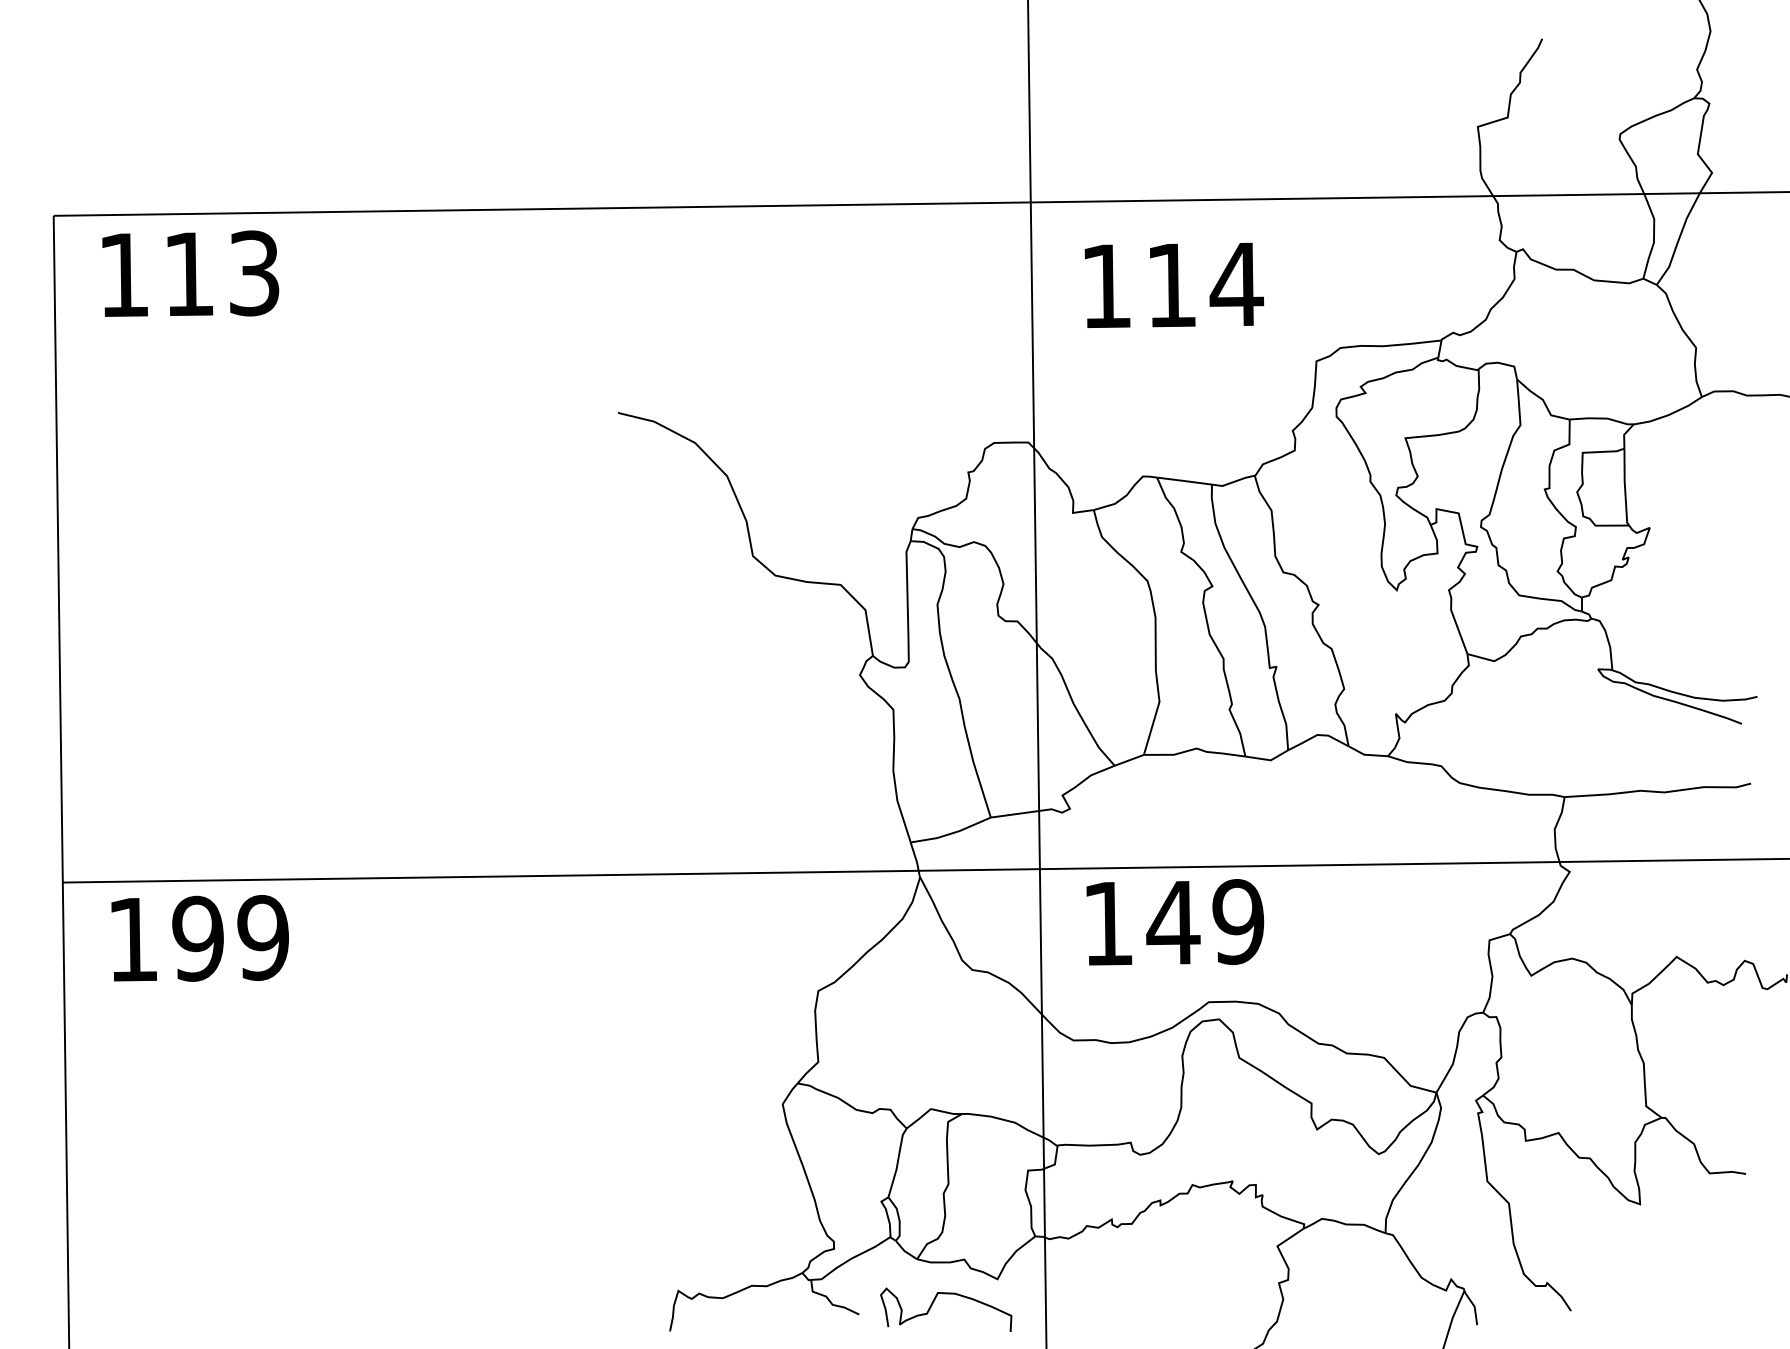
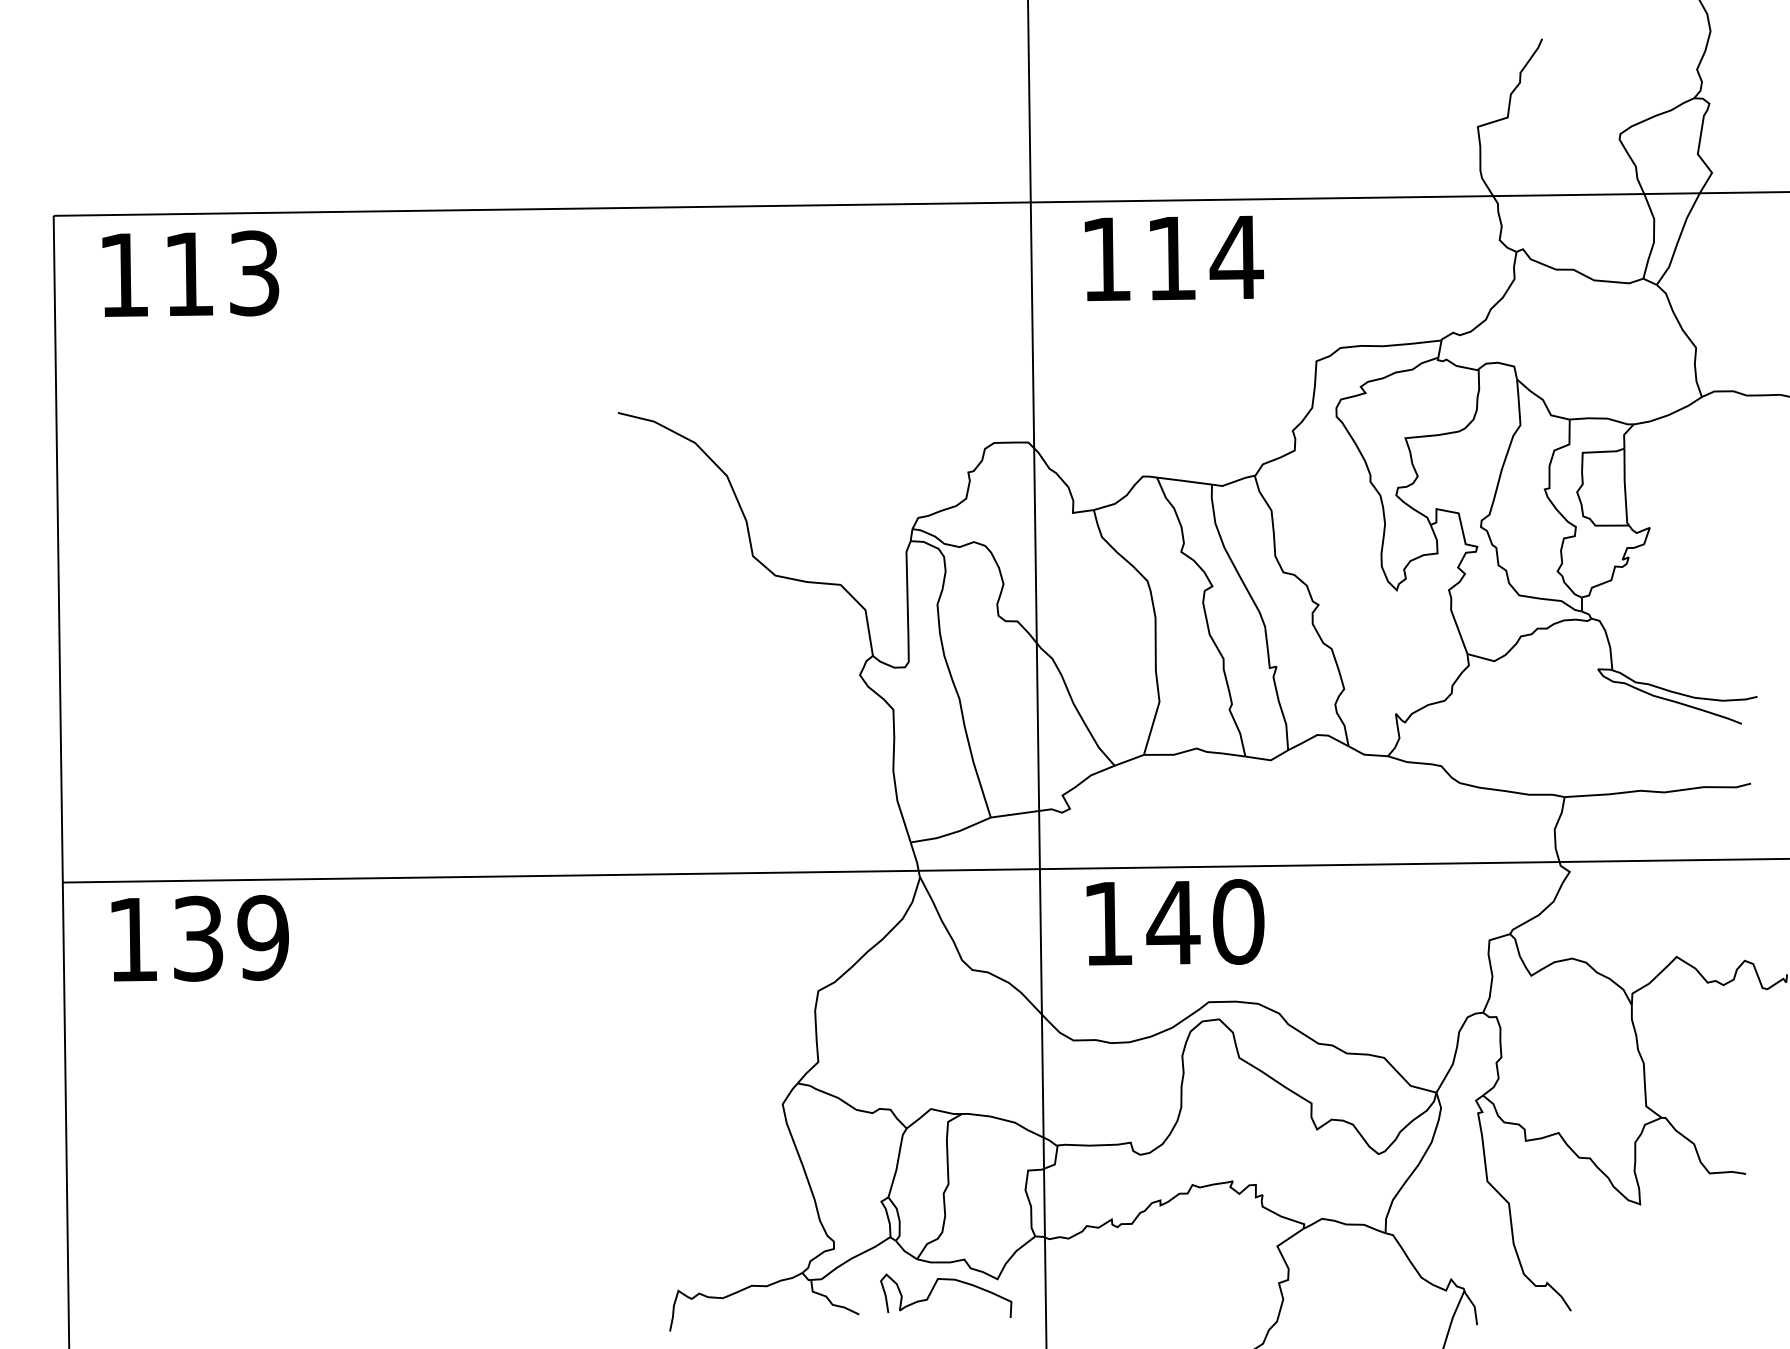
text at (1174, 284) position: (1174, 284) -> (1174, 257)
text at (1238, 922): 149 -> 140
text at (197, 938): 199 -> 139
curve at (933, 1303) position: (933, 1303) -> (933, 1289)
